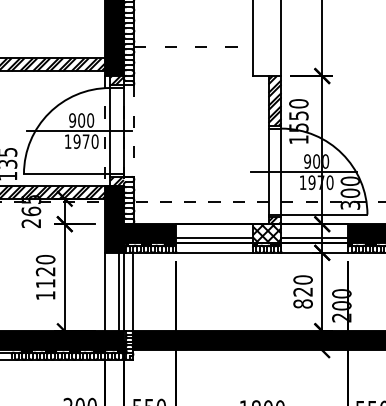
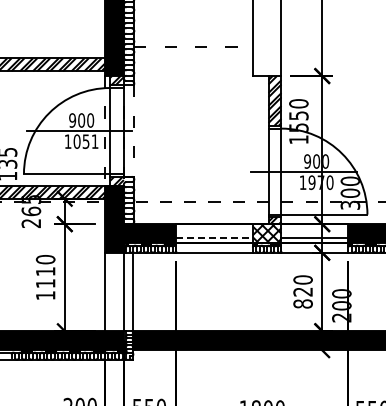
text at (85, 141): 1970 -> 1051
line at (215, 238): solid -> dashed
text at (45, 271): 1120 -> 1110
line at (119, 291): present -> none
